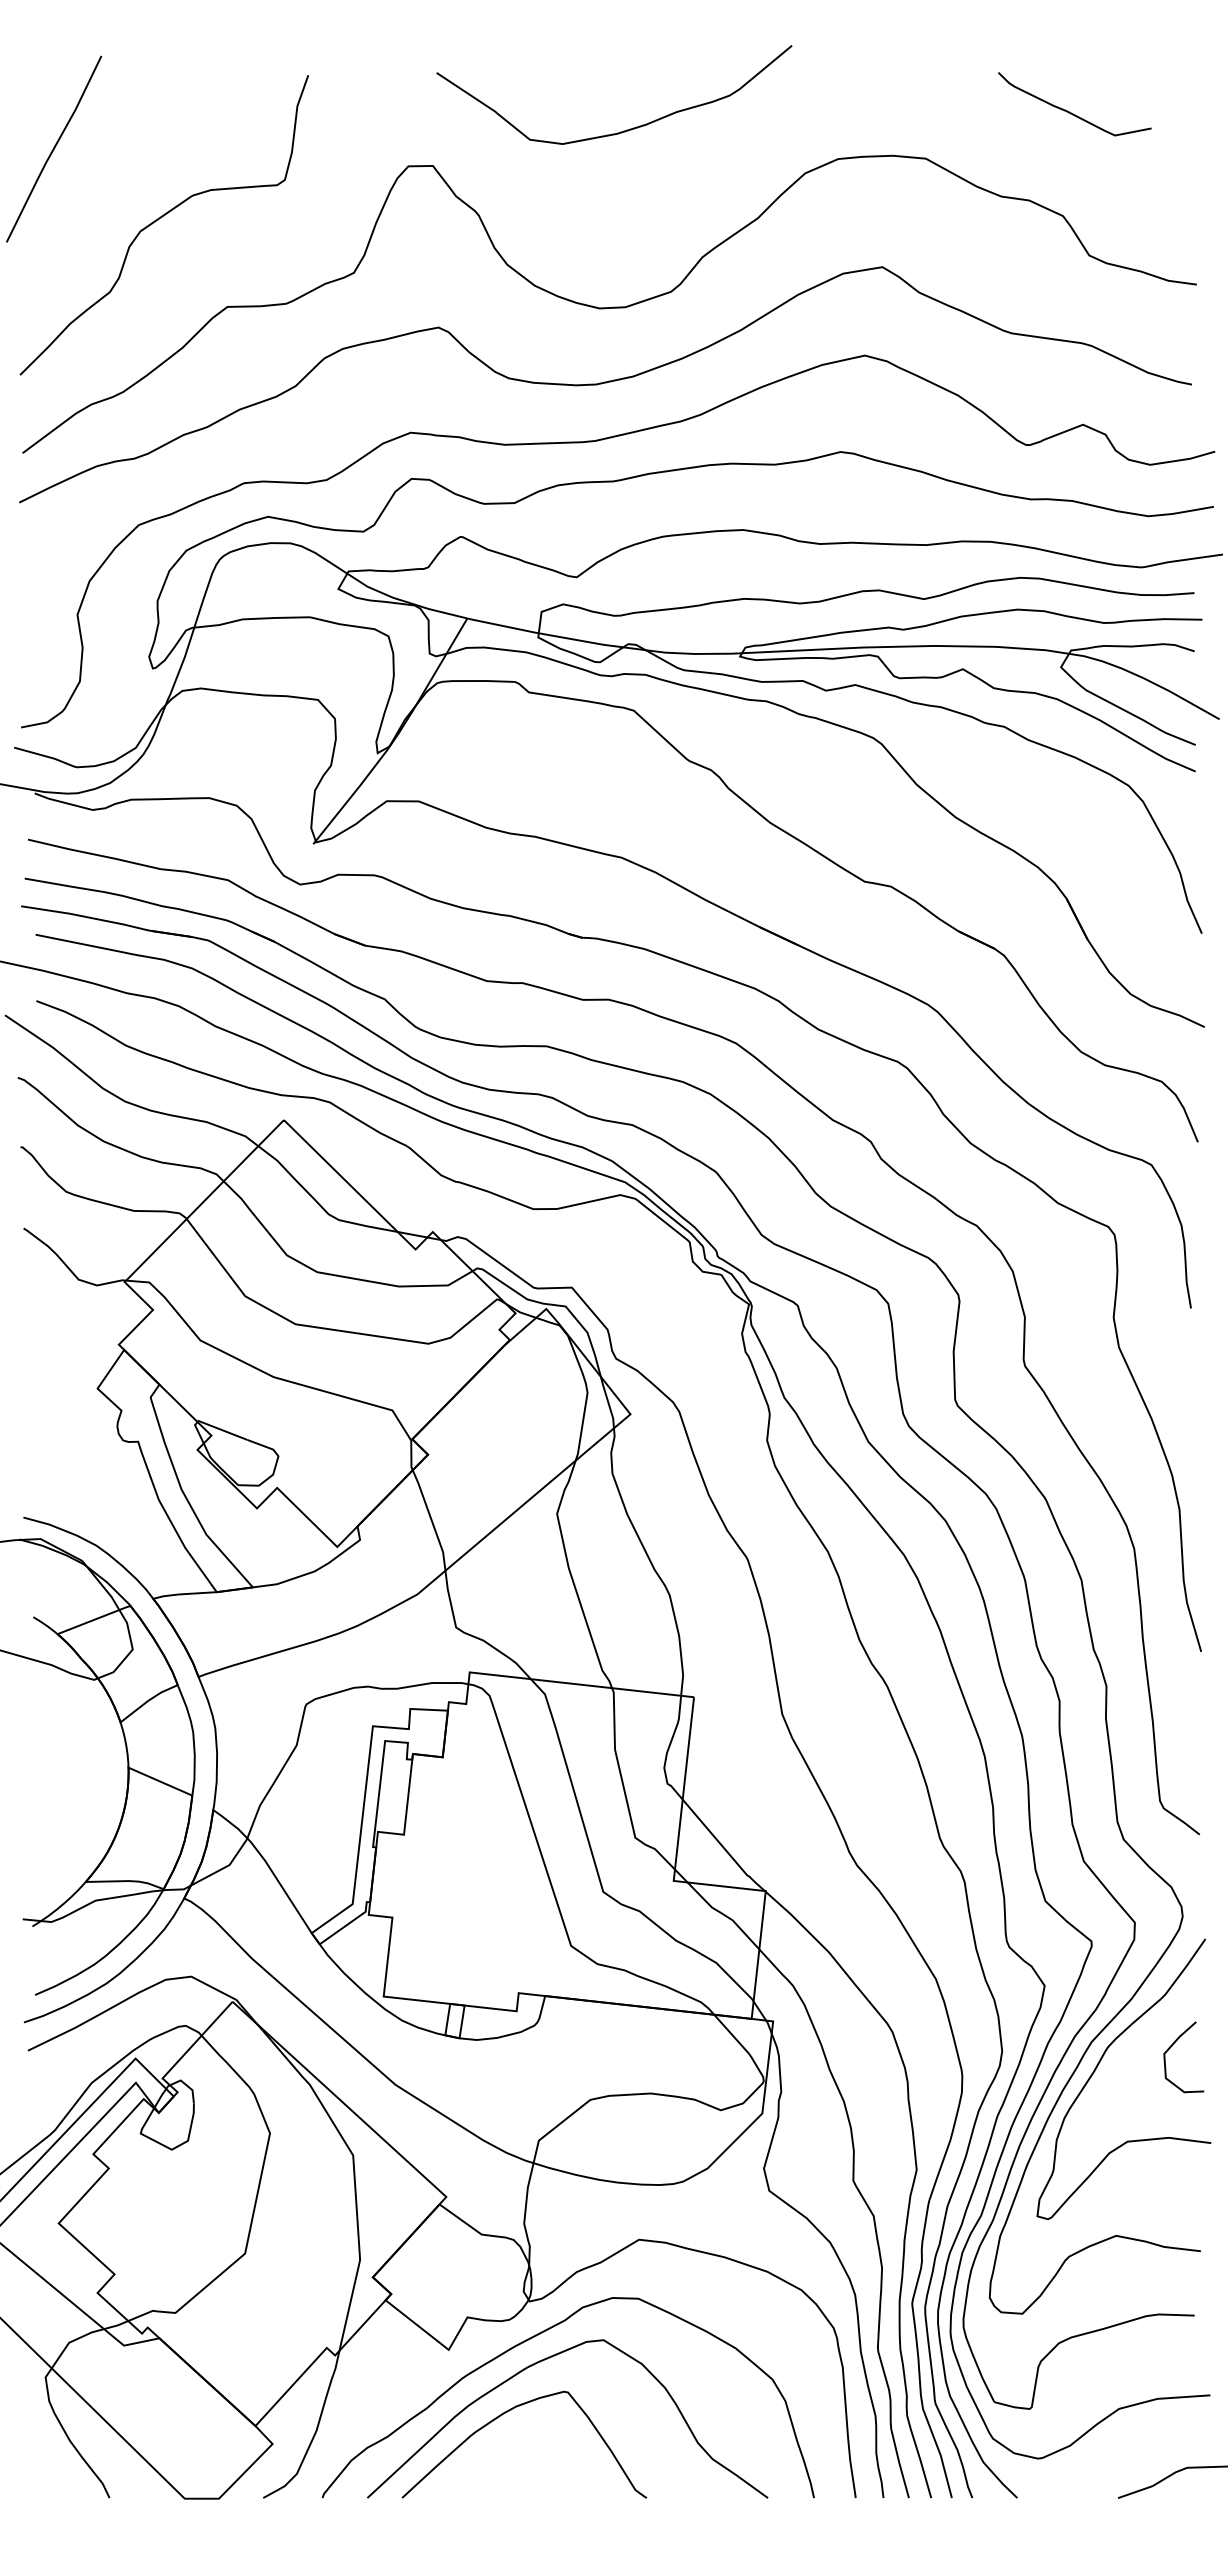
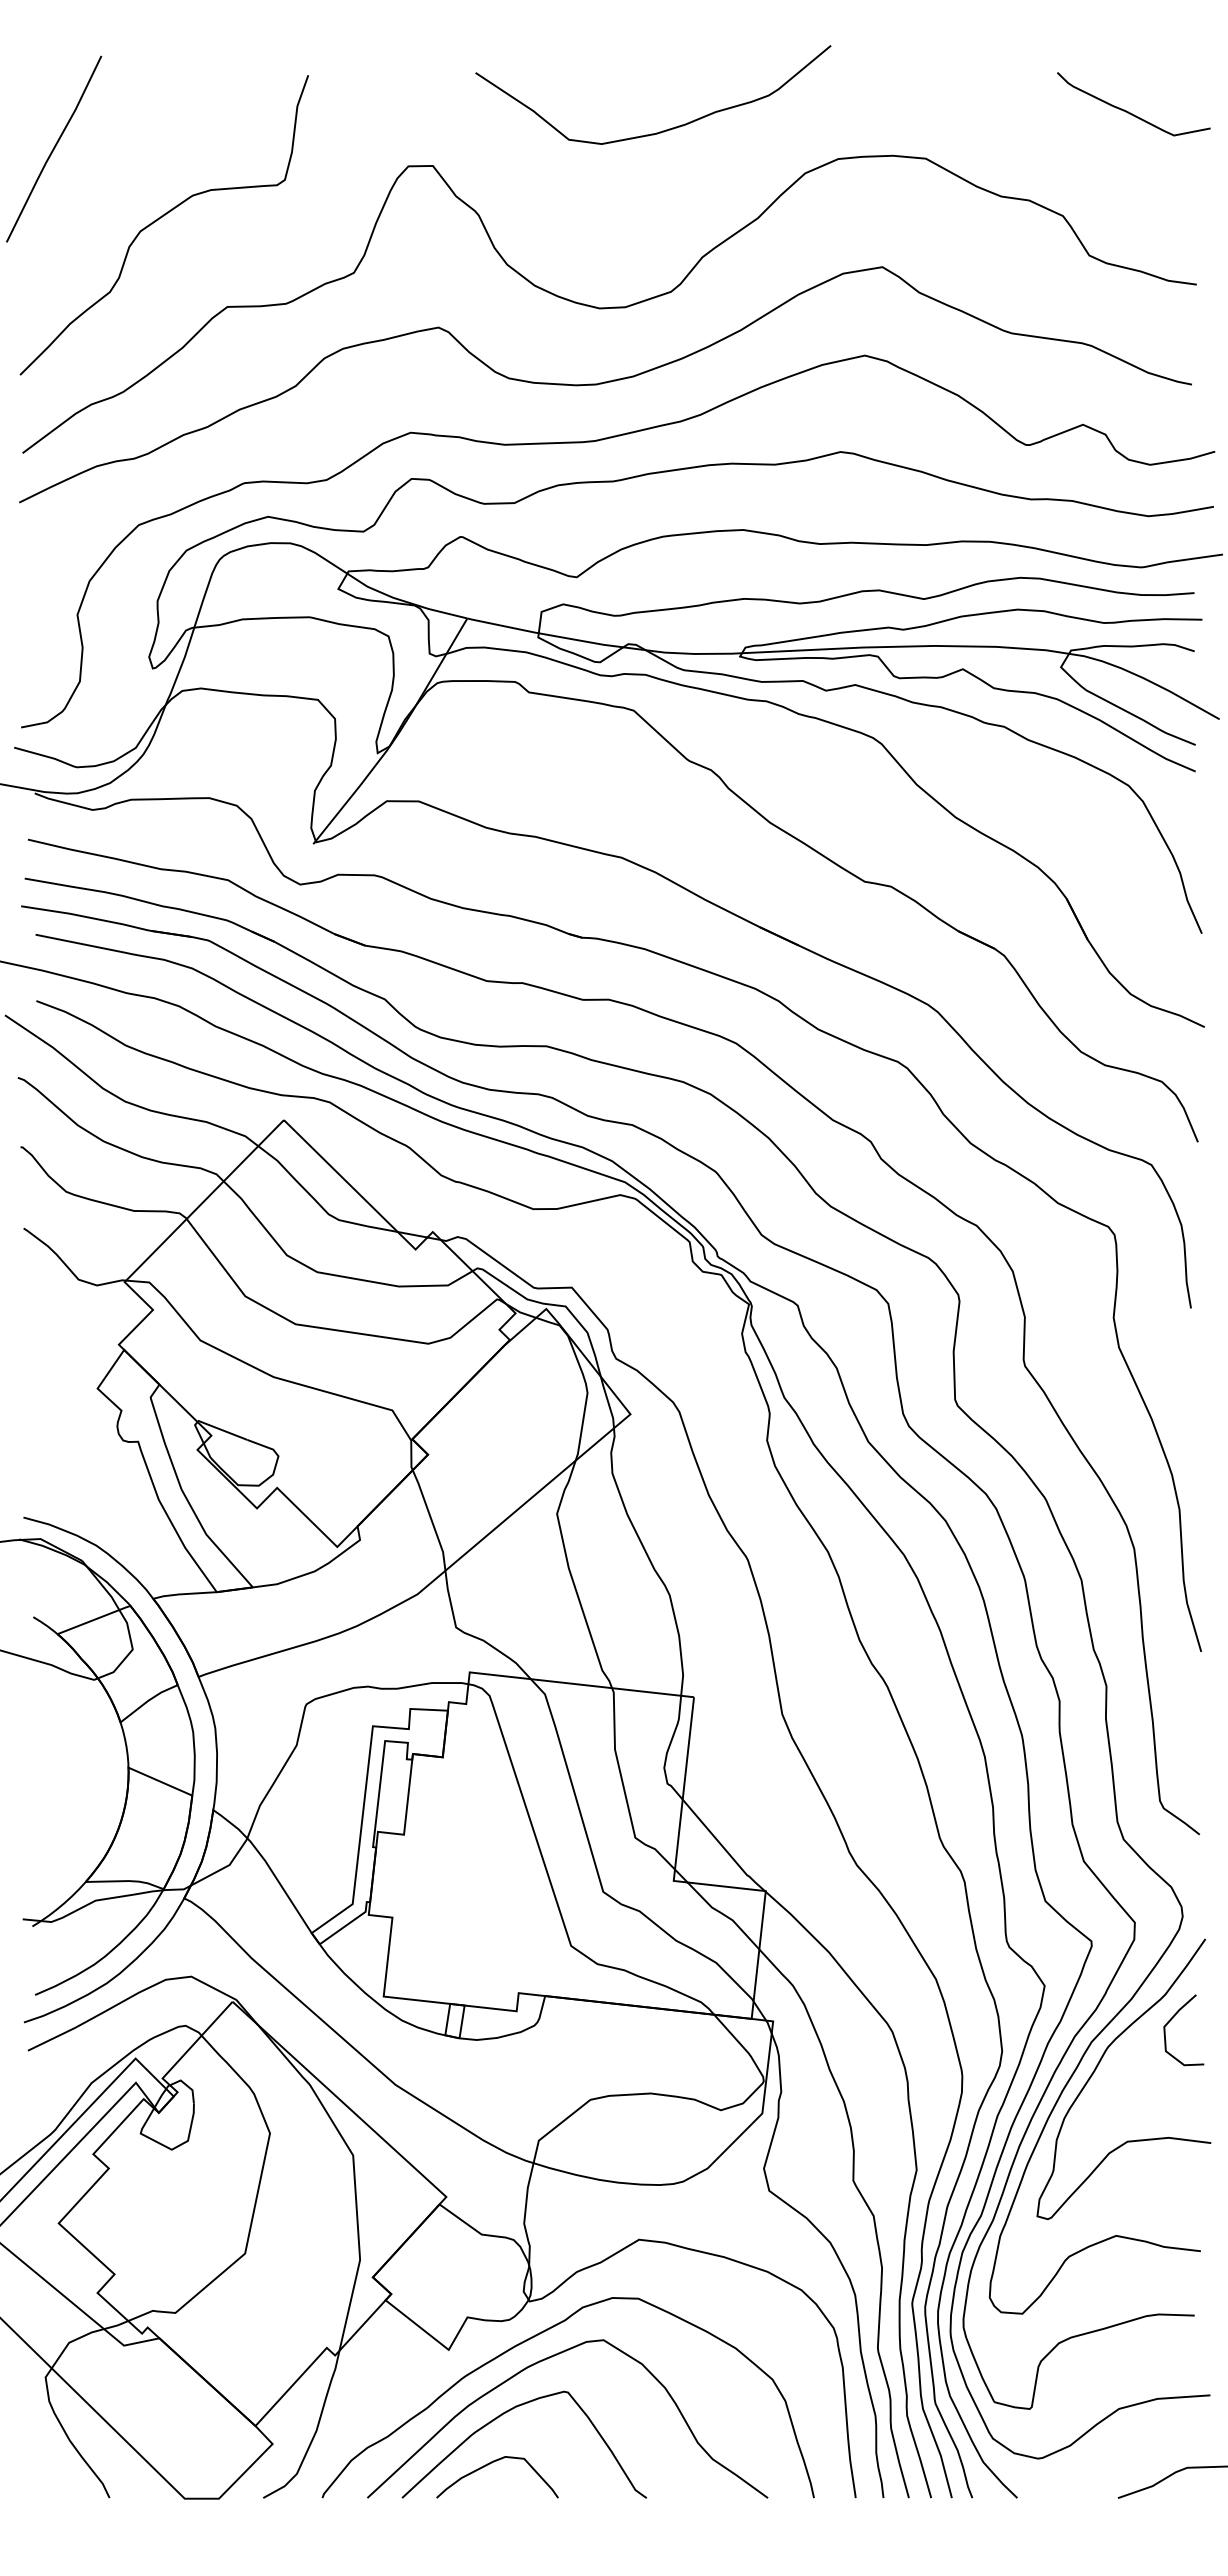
curve at (1071, 112) position: (1071, 112) -> (1130, 112)
curve at (626, 129) position: (626, 129) -> (665, 129)
curve at (1172, 2046) position: (1172, 2046) -> (1172, 2019)
curve at (490, 2464): none -> present
